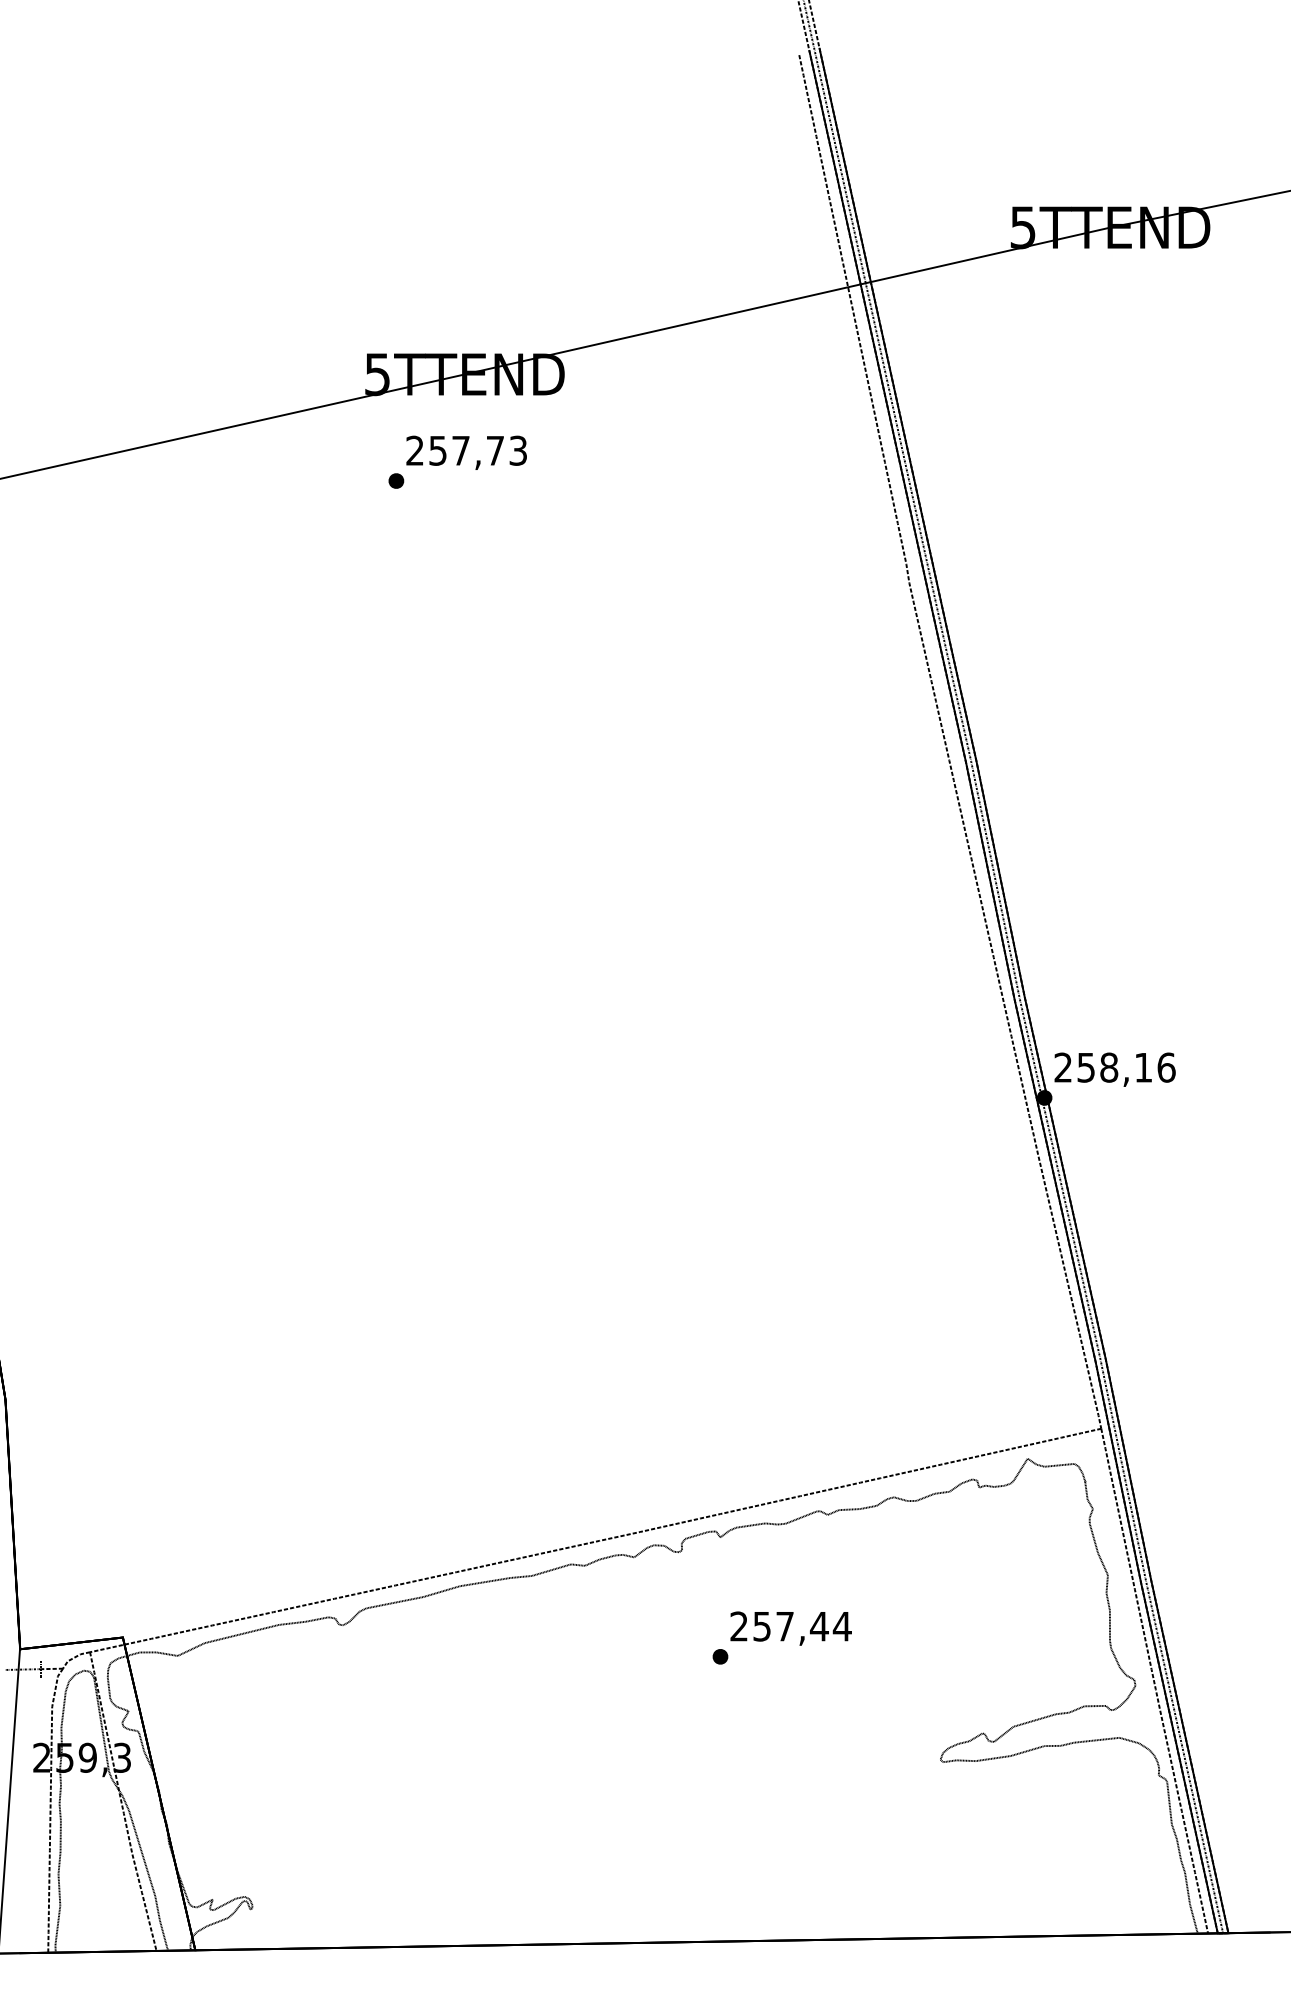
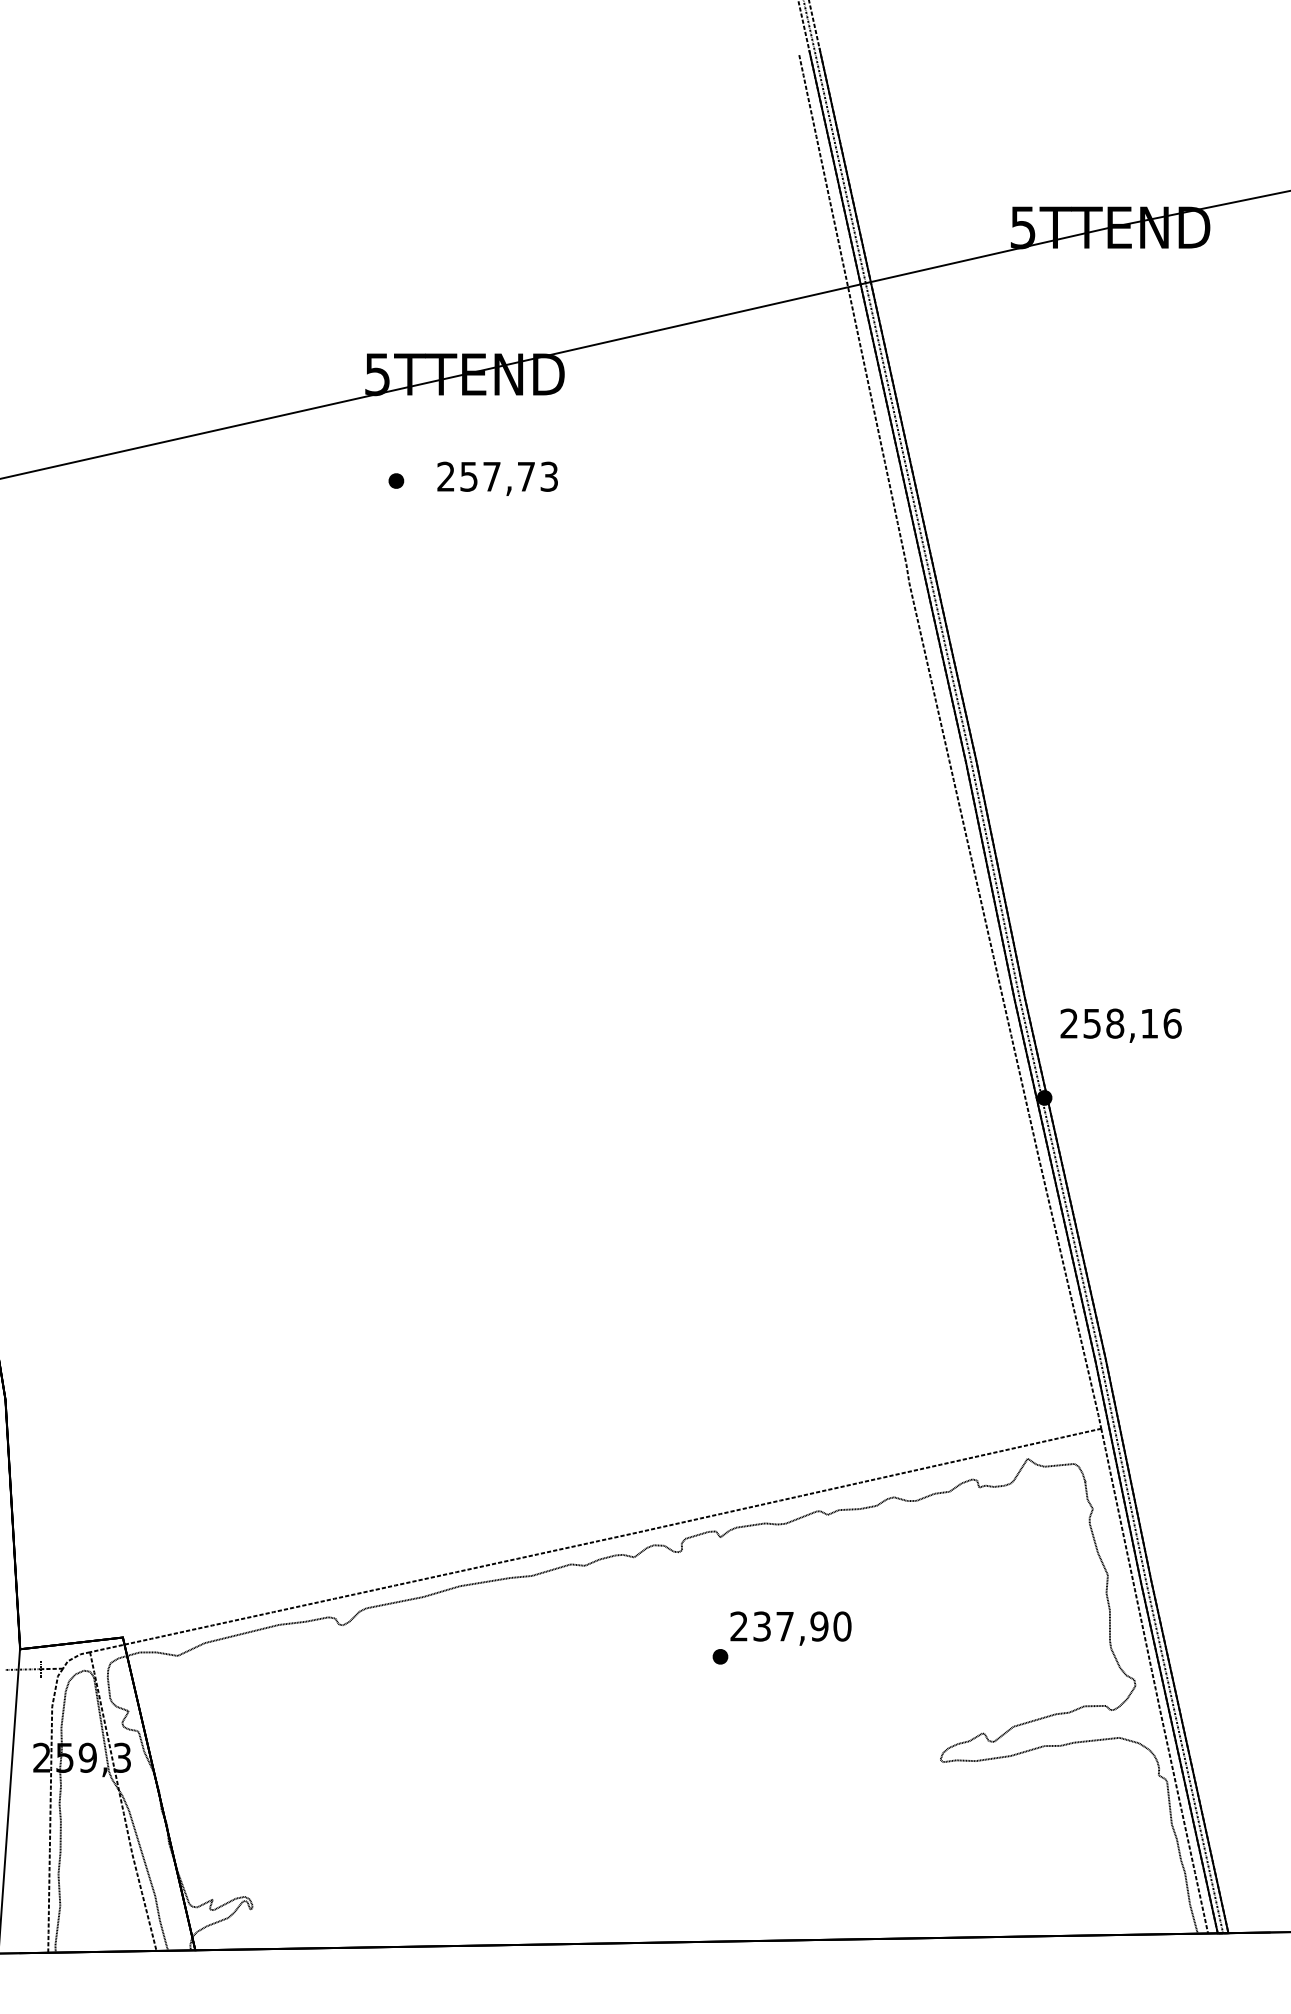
text at (466, 452) position: (466, 452) -> (497, 478)
text at (1114, 1069) position: (1114, 1069) -> (1120, 1025)
text at (802, 1626): 257,44 -> 237,90
